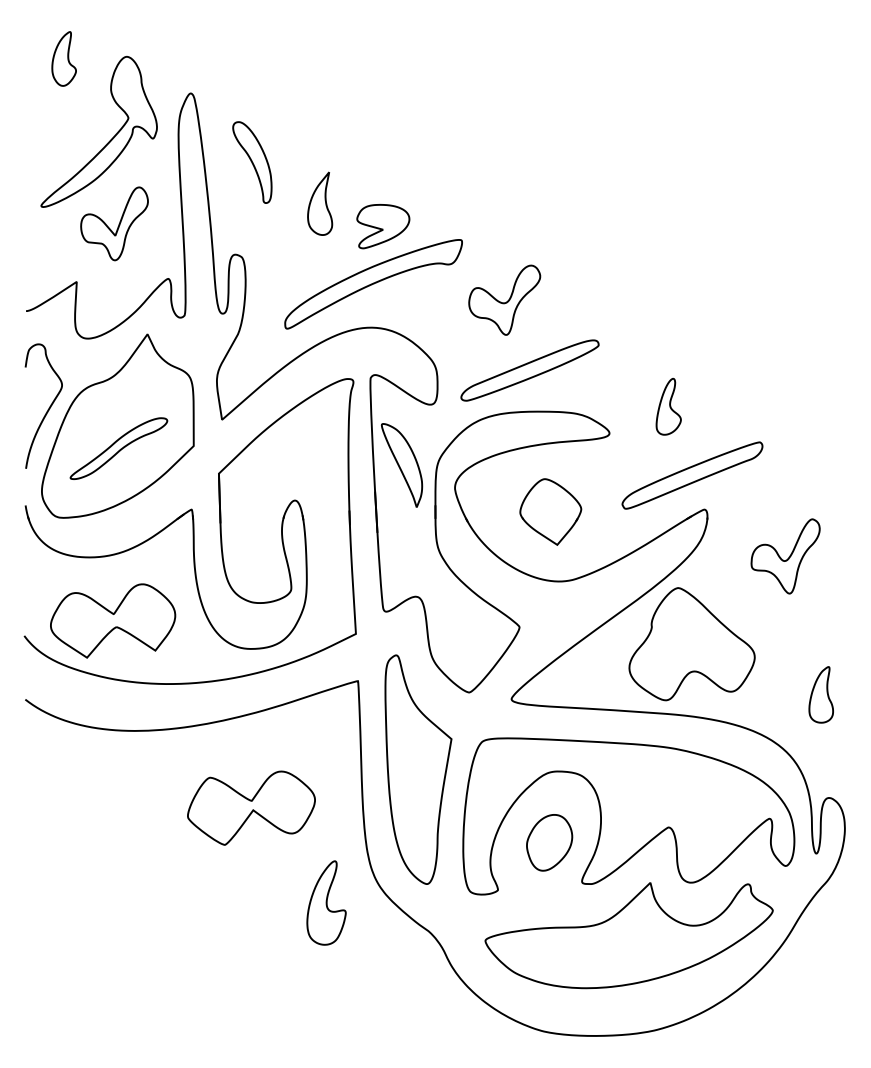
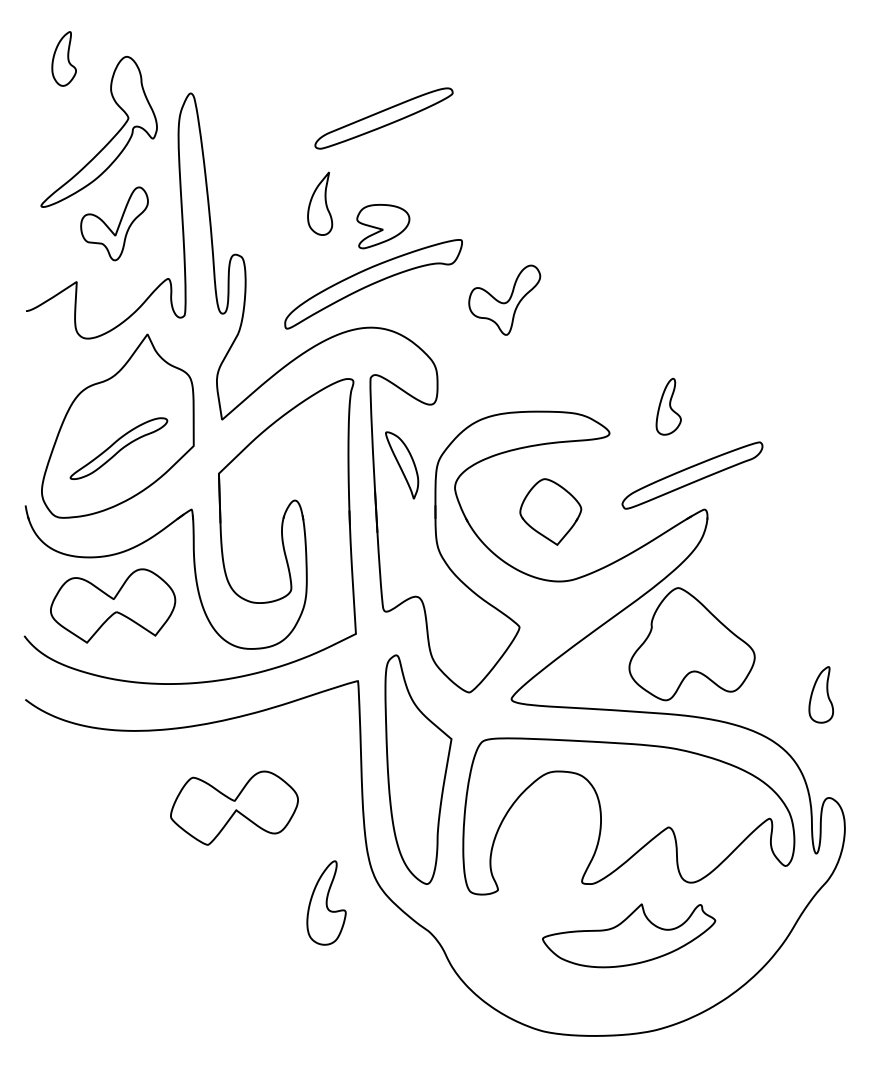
part at (252, 162): present -> none
part at (529, 370) position: (529, 370) -> (383, 118)
curve at (47, 409): present -> none
part at (402, 465) size: 43x85 px -> 35x69 px
part at (785, 556): present -> none
part at (113, 620) position: (113, 620) -> (113, 605)
part at (251, 807) position: (251, 807) -> (234, 807)
part at (549, 842): present -> none
part at (628, 935) size: 290x108 px -> 175x66 px
